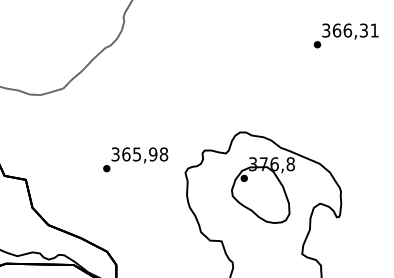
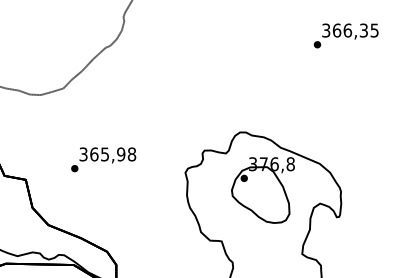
text at (374, 30): 366,31 -> 366,35
text at (135, 159) position: (135, 159) -> (103, 159)
